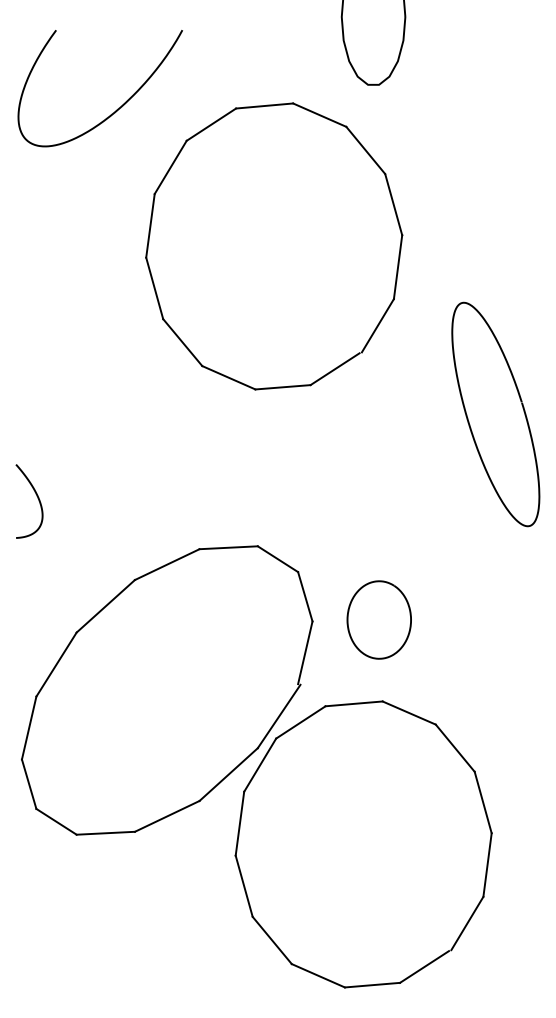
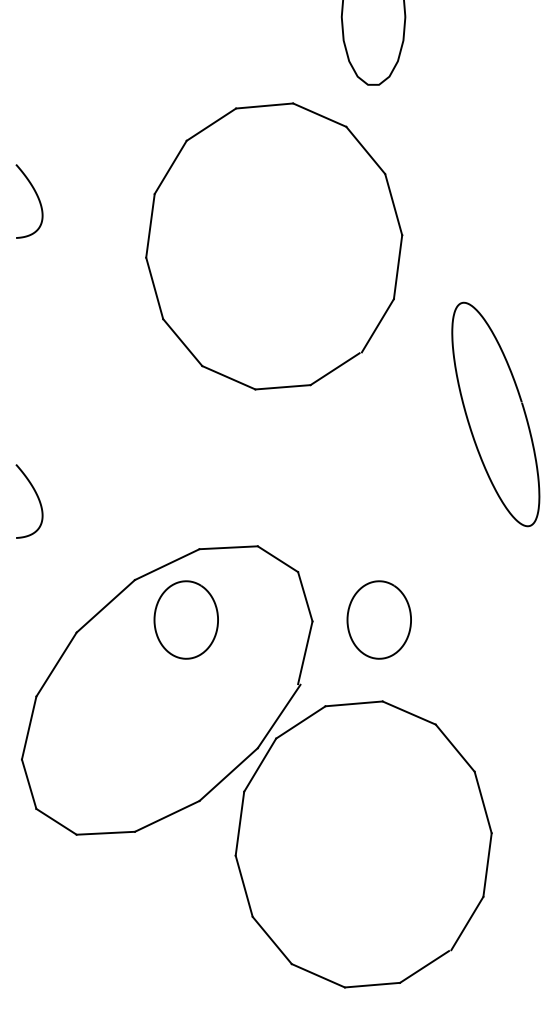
curve at (117, 108): present -> none
curve at (37, 198): none -> present
curve at (155, 619): none -> present
